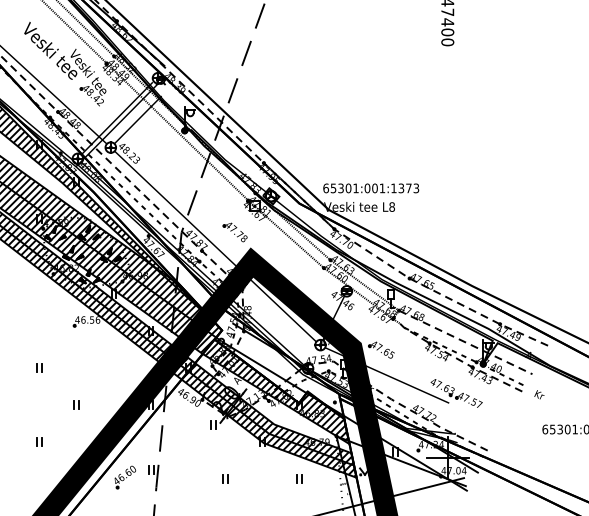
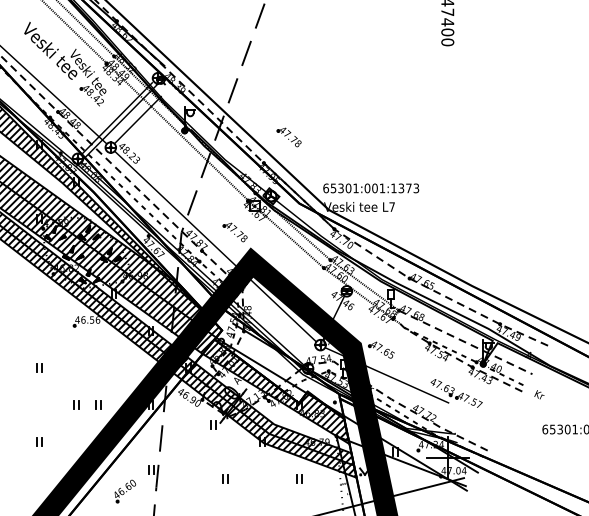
part at (288, 137): none -> present
text at (391, 206): L8 -> L7
part at (98, 404): none -> present
part at (125, 477) position: (125, 477) -> (125, 491)
